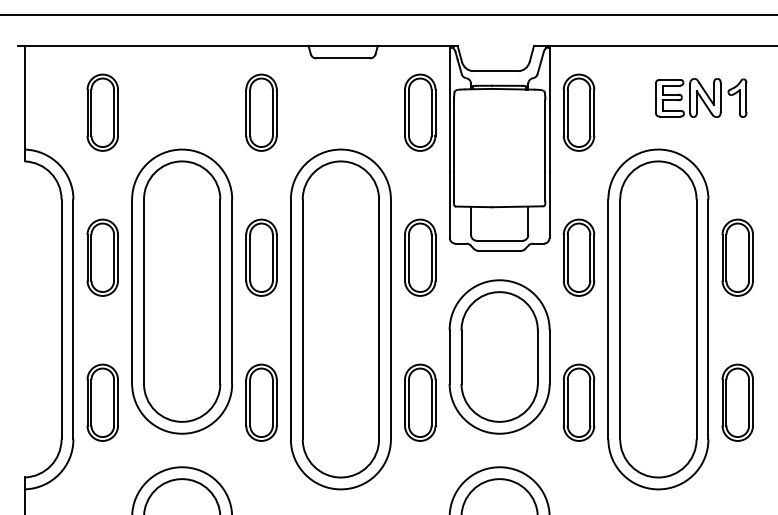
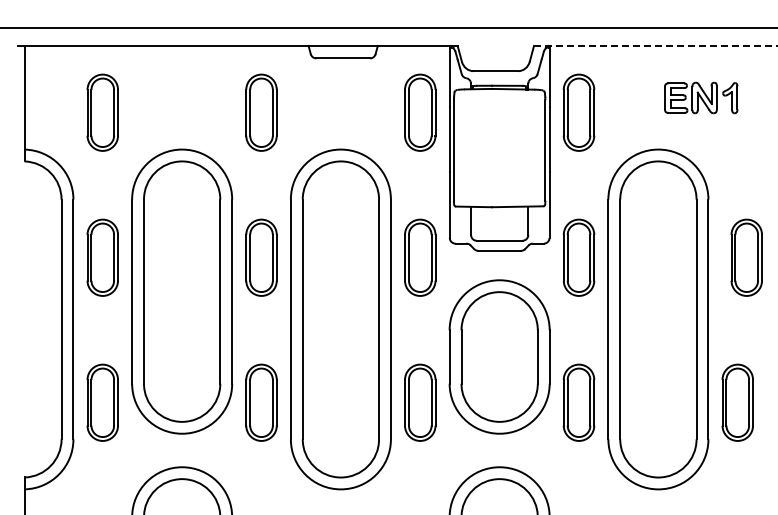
line at (388, 15) position: (388, 15) -> (388, 28)
line at (655, 46): solid -> dashed
part at (701, 97) size: 93x40 px -> 75x34 px
part at (737, 257) position: (737, 257) -> (746, 257)
